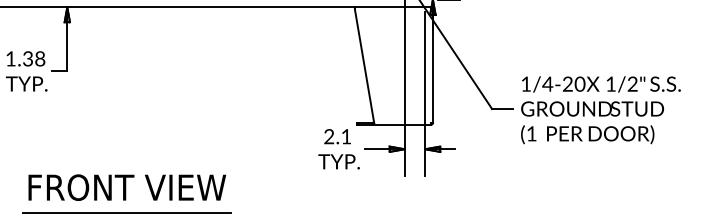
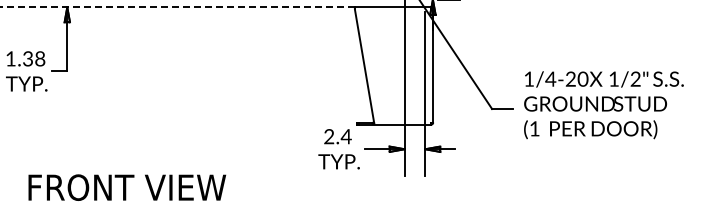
line at (177, 7): solid -> dashed
text at (600, 110) position: (600, 110) -> (603, 105)
text at (345, 136): 2.1 -> 2.4
line at (126, 213): present -> none
